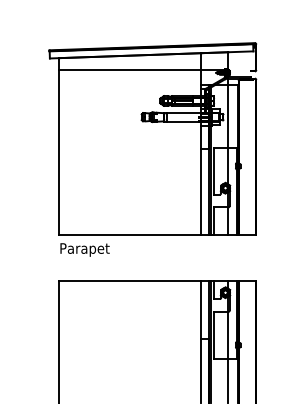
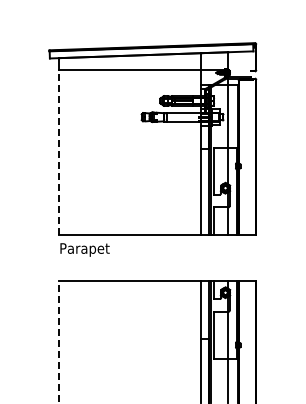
line at (59, 151): solid -> dashed
line at (59, 342): solid -> dashed
